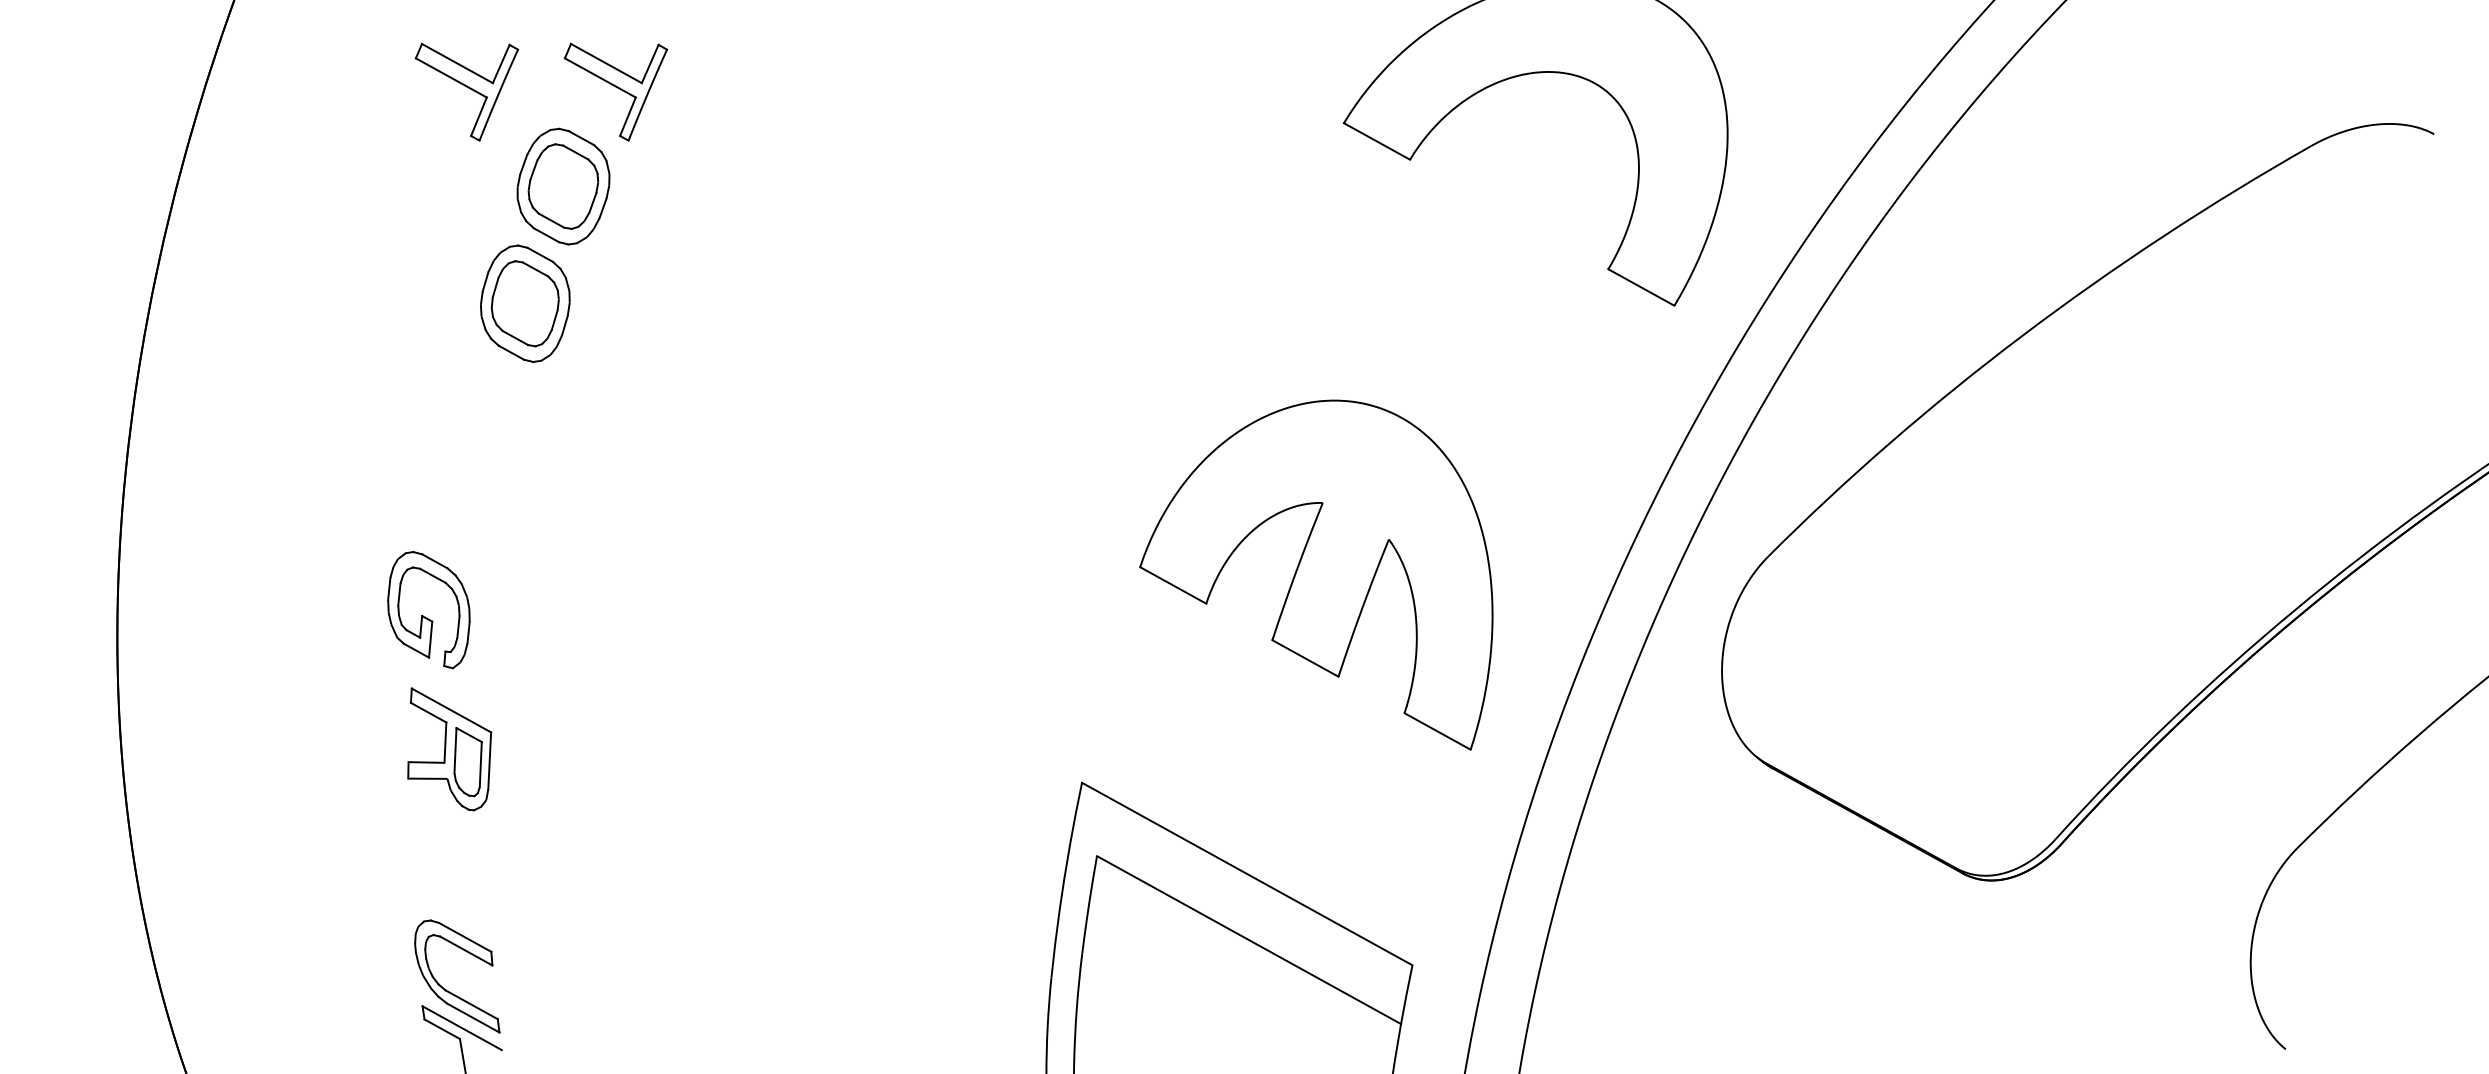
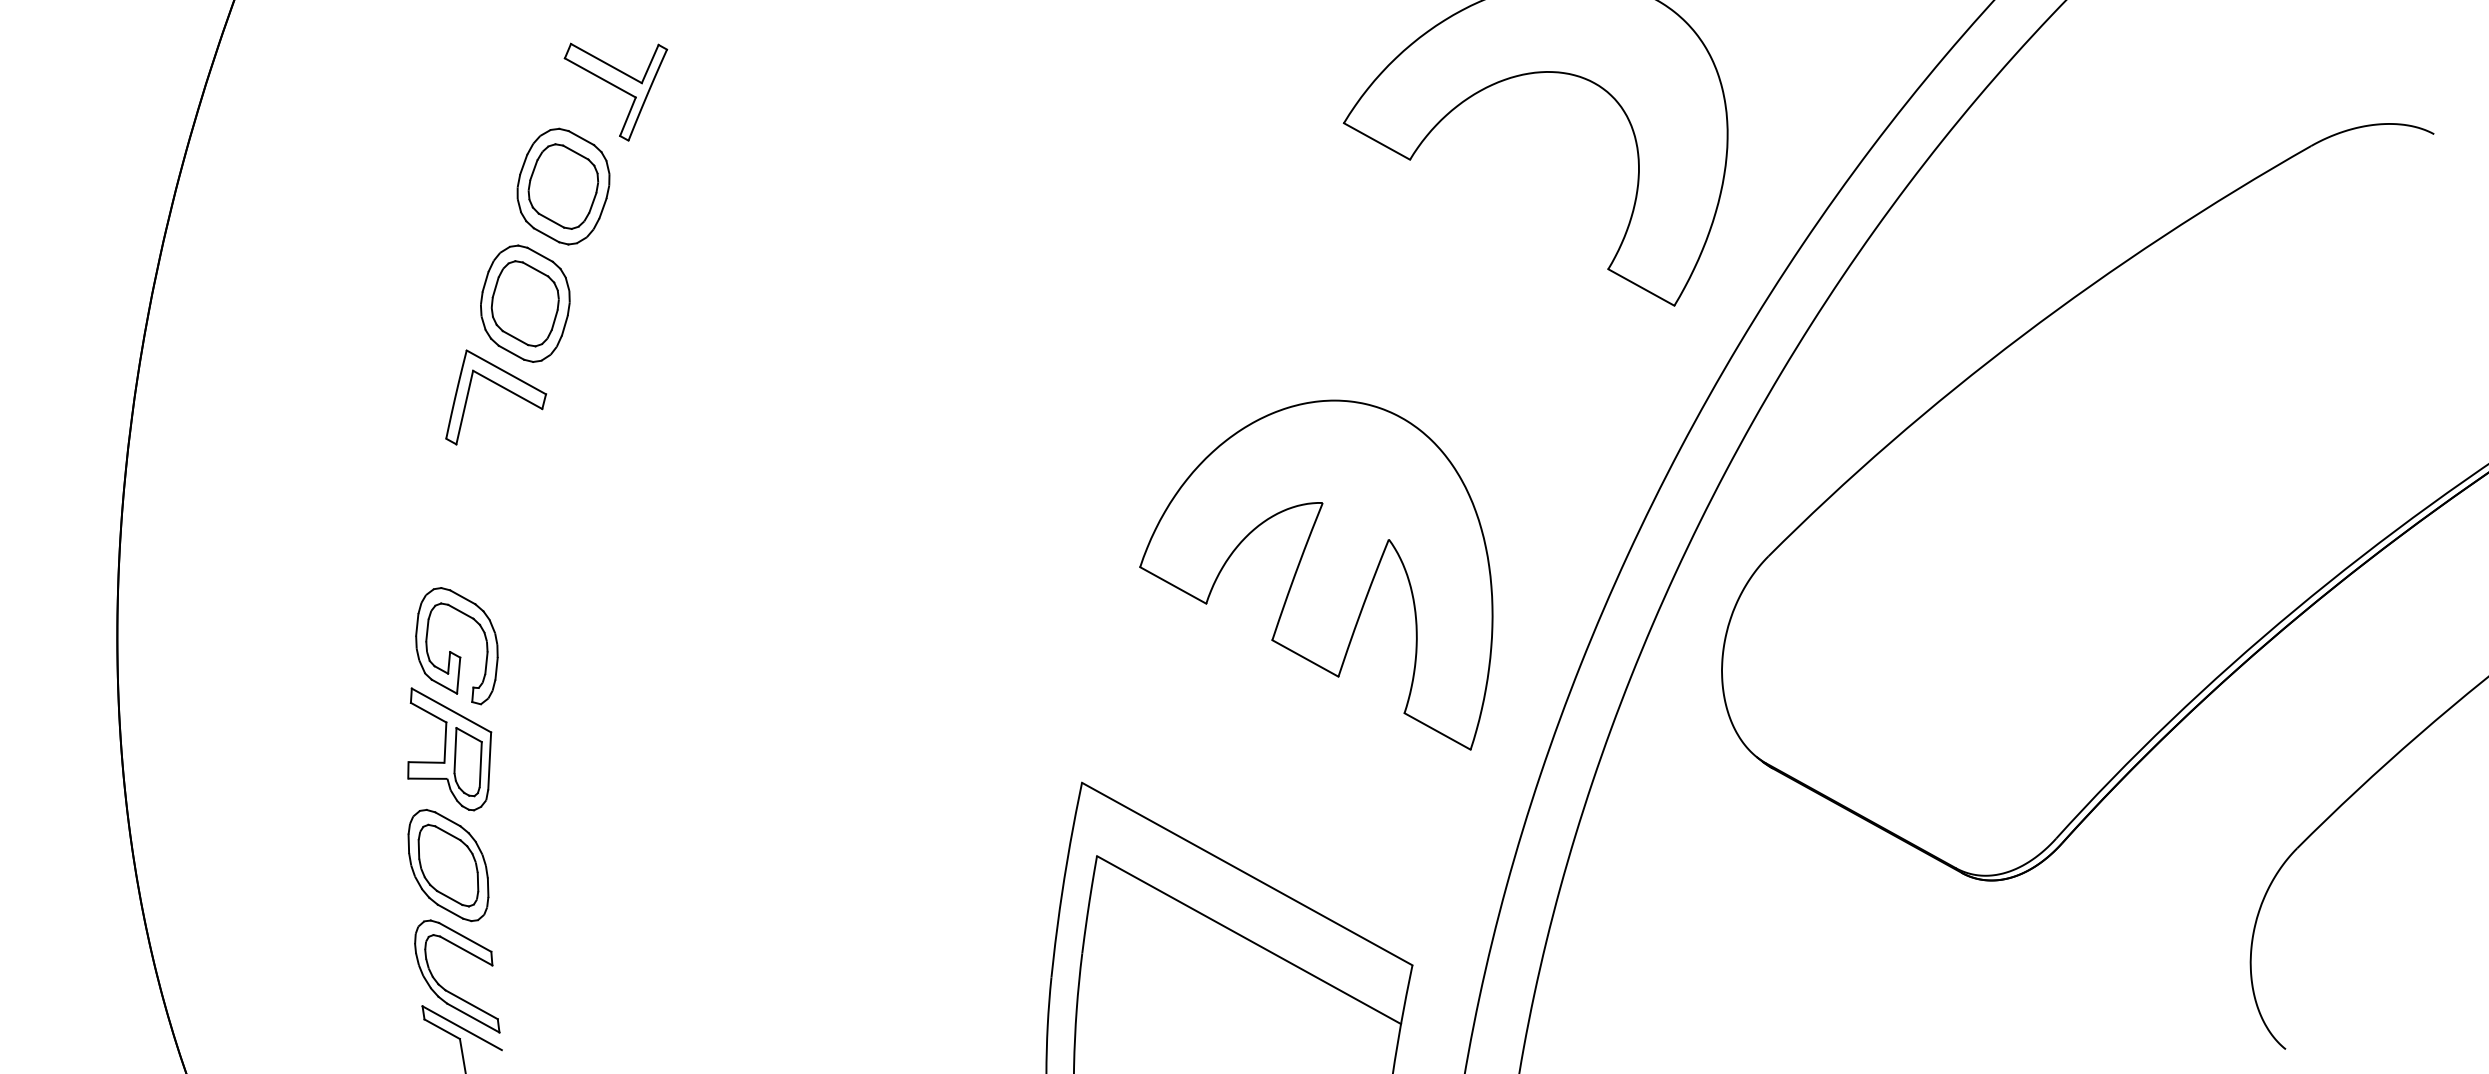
part at (466, 91): present -> none
part at (502, 388): none -> present
part at (425, 616) position: (425, 616) -> (453, 652)
part at (448, 865): none -> present
